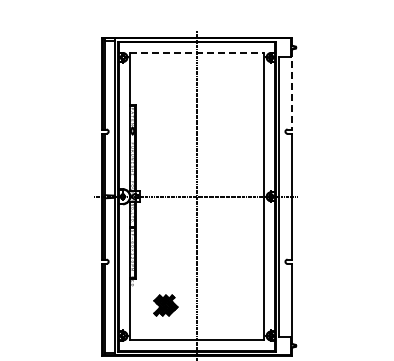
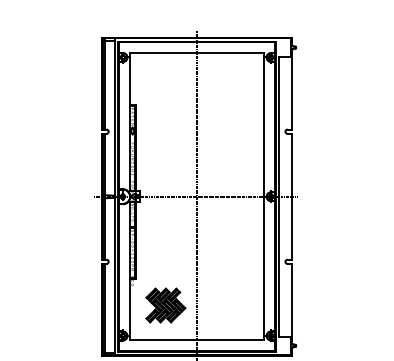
line at (197, 53): dashed -> solid
line at (291, 89): dashed -> solid
part at (165, 305) size: 26x23 px -> 42x37 px
